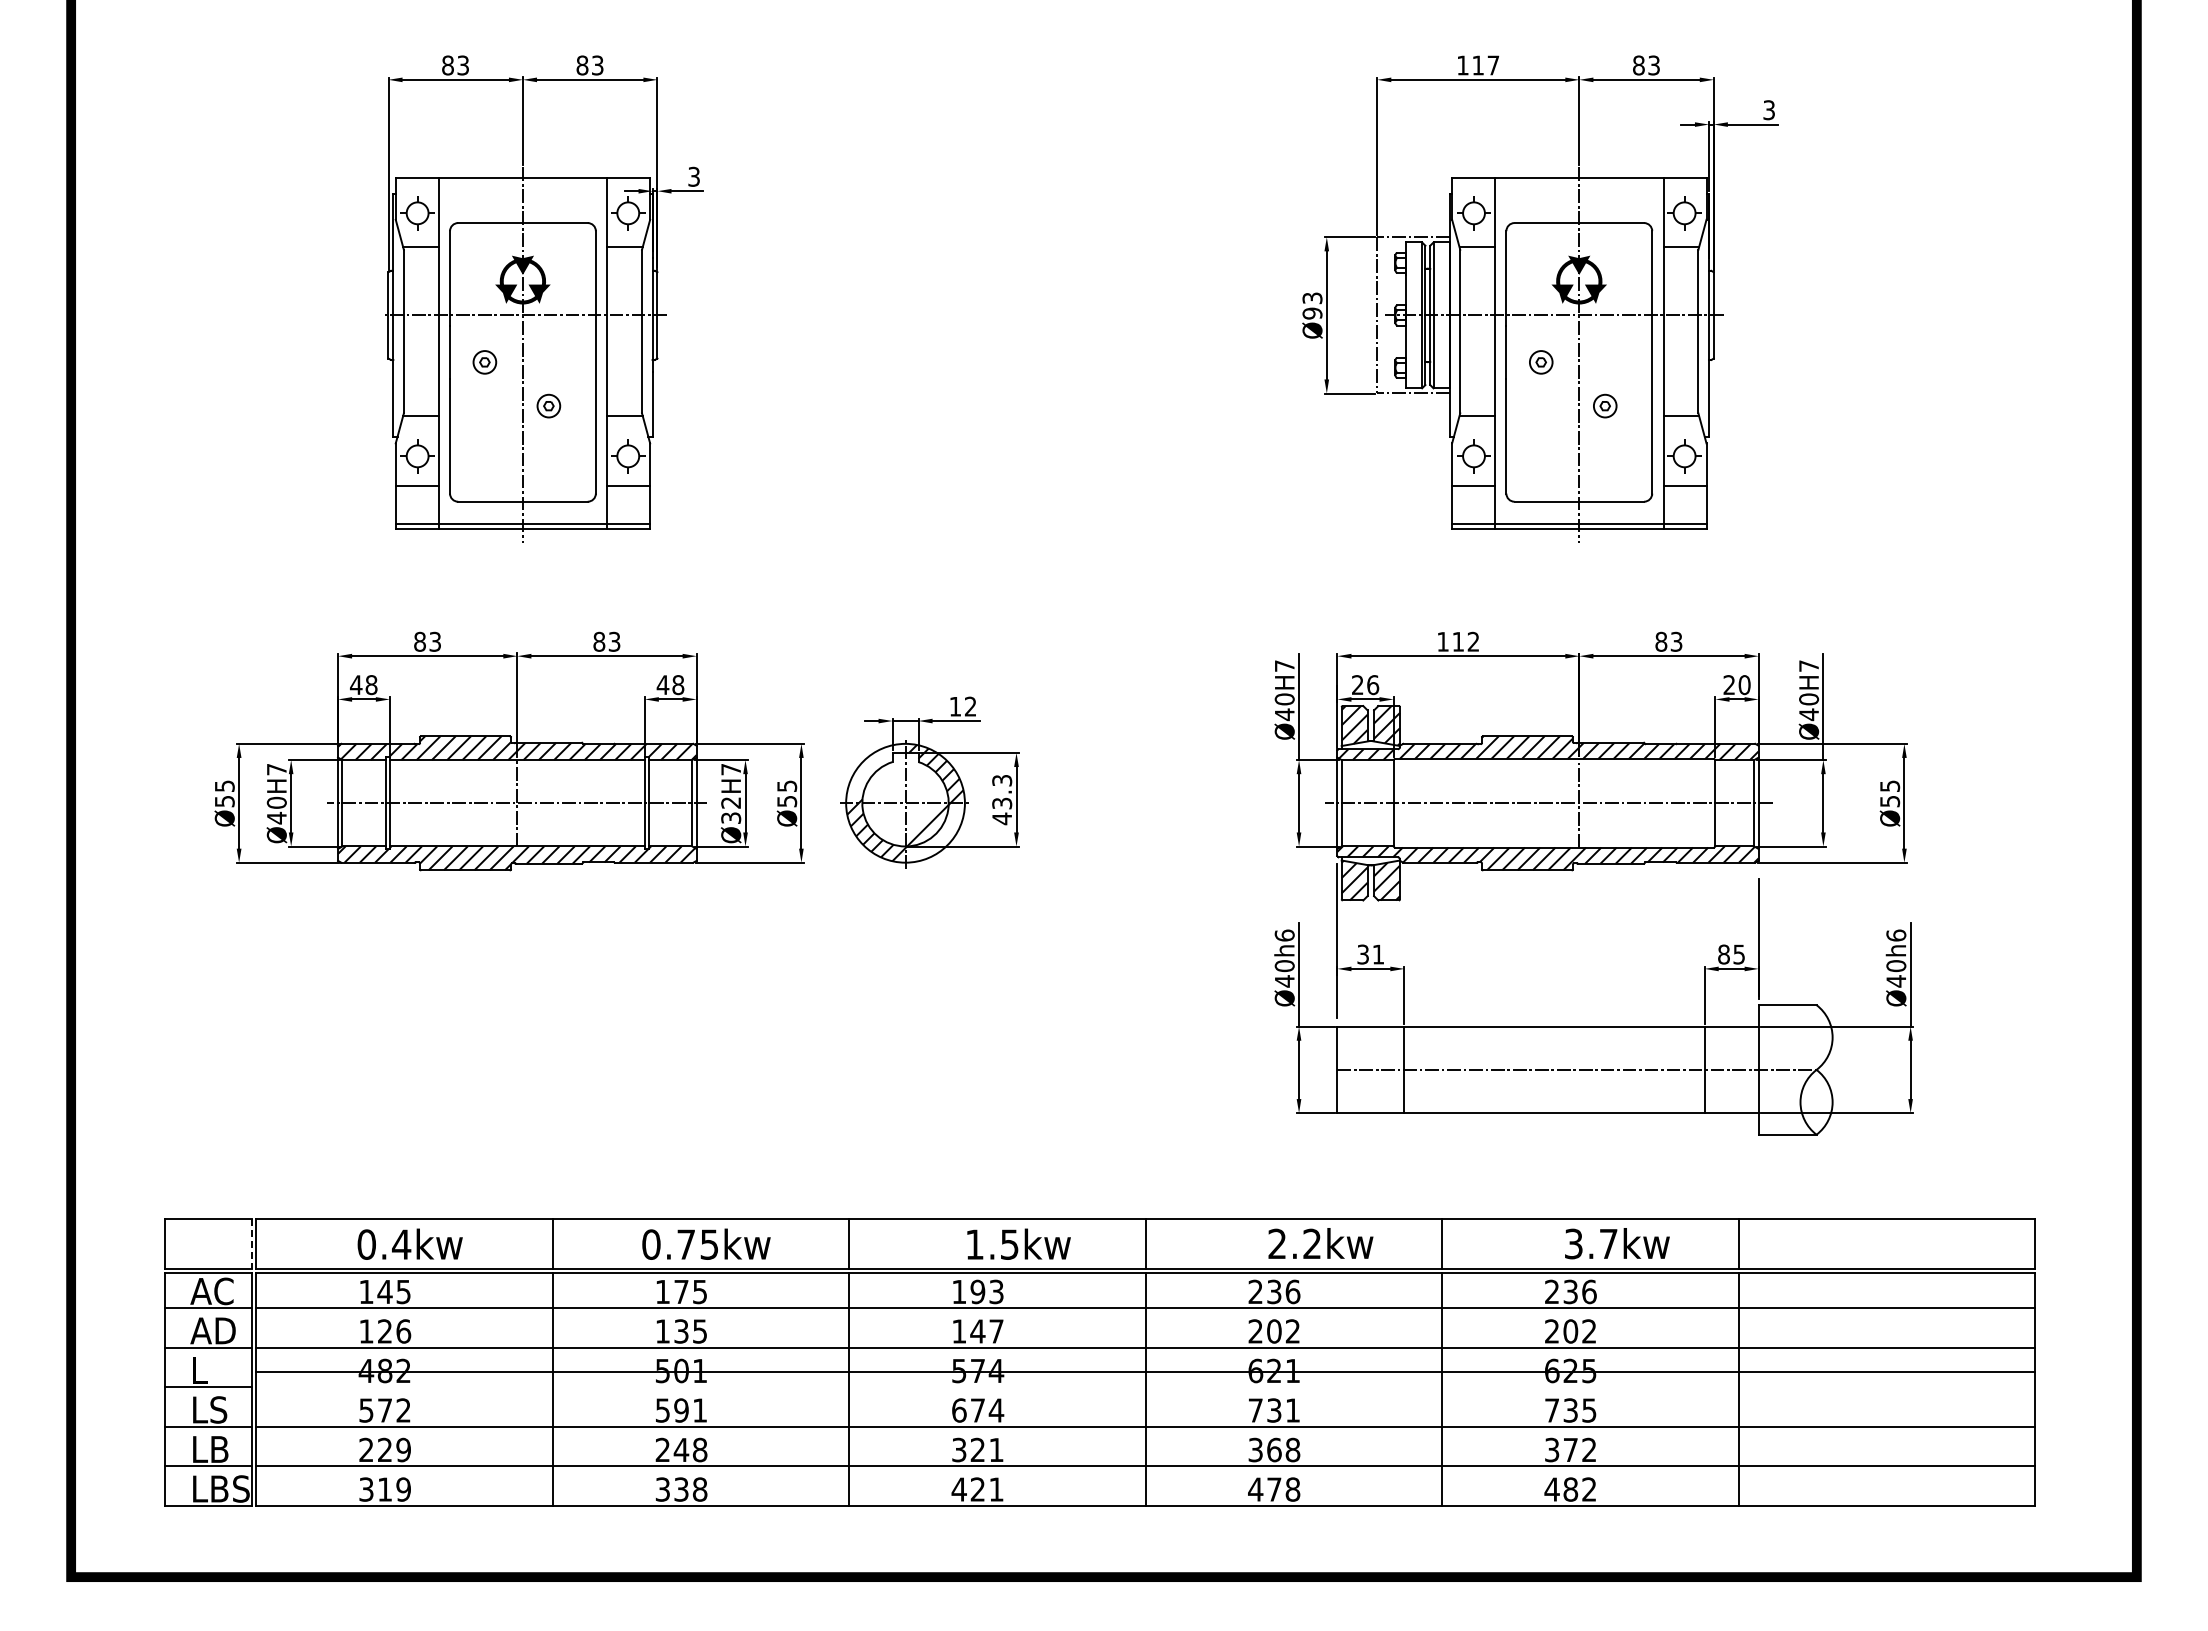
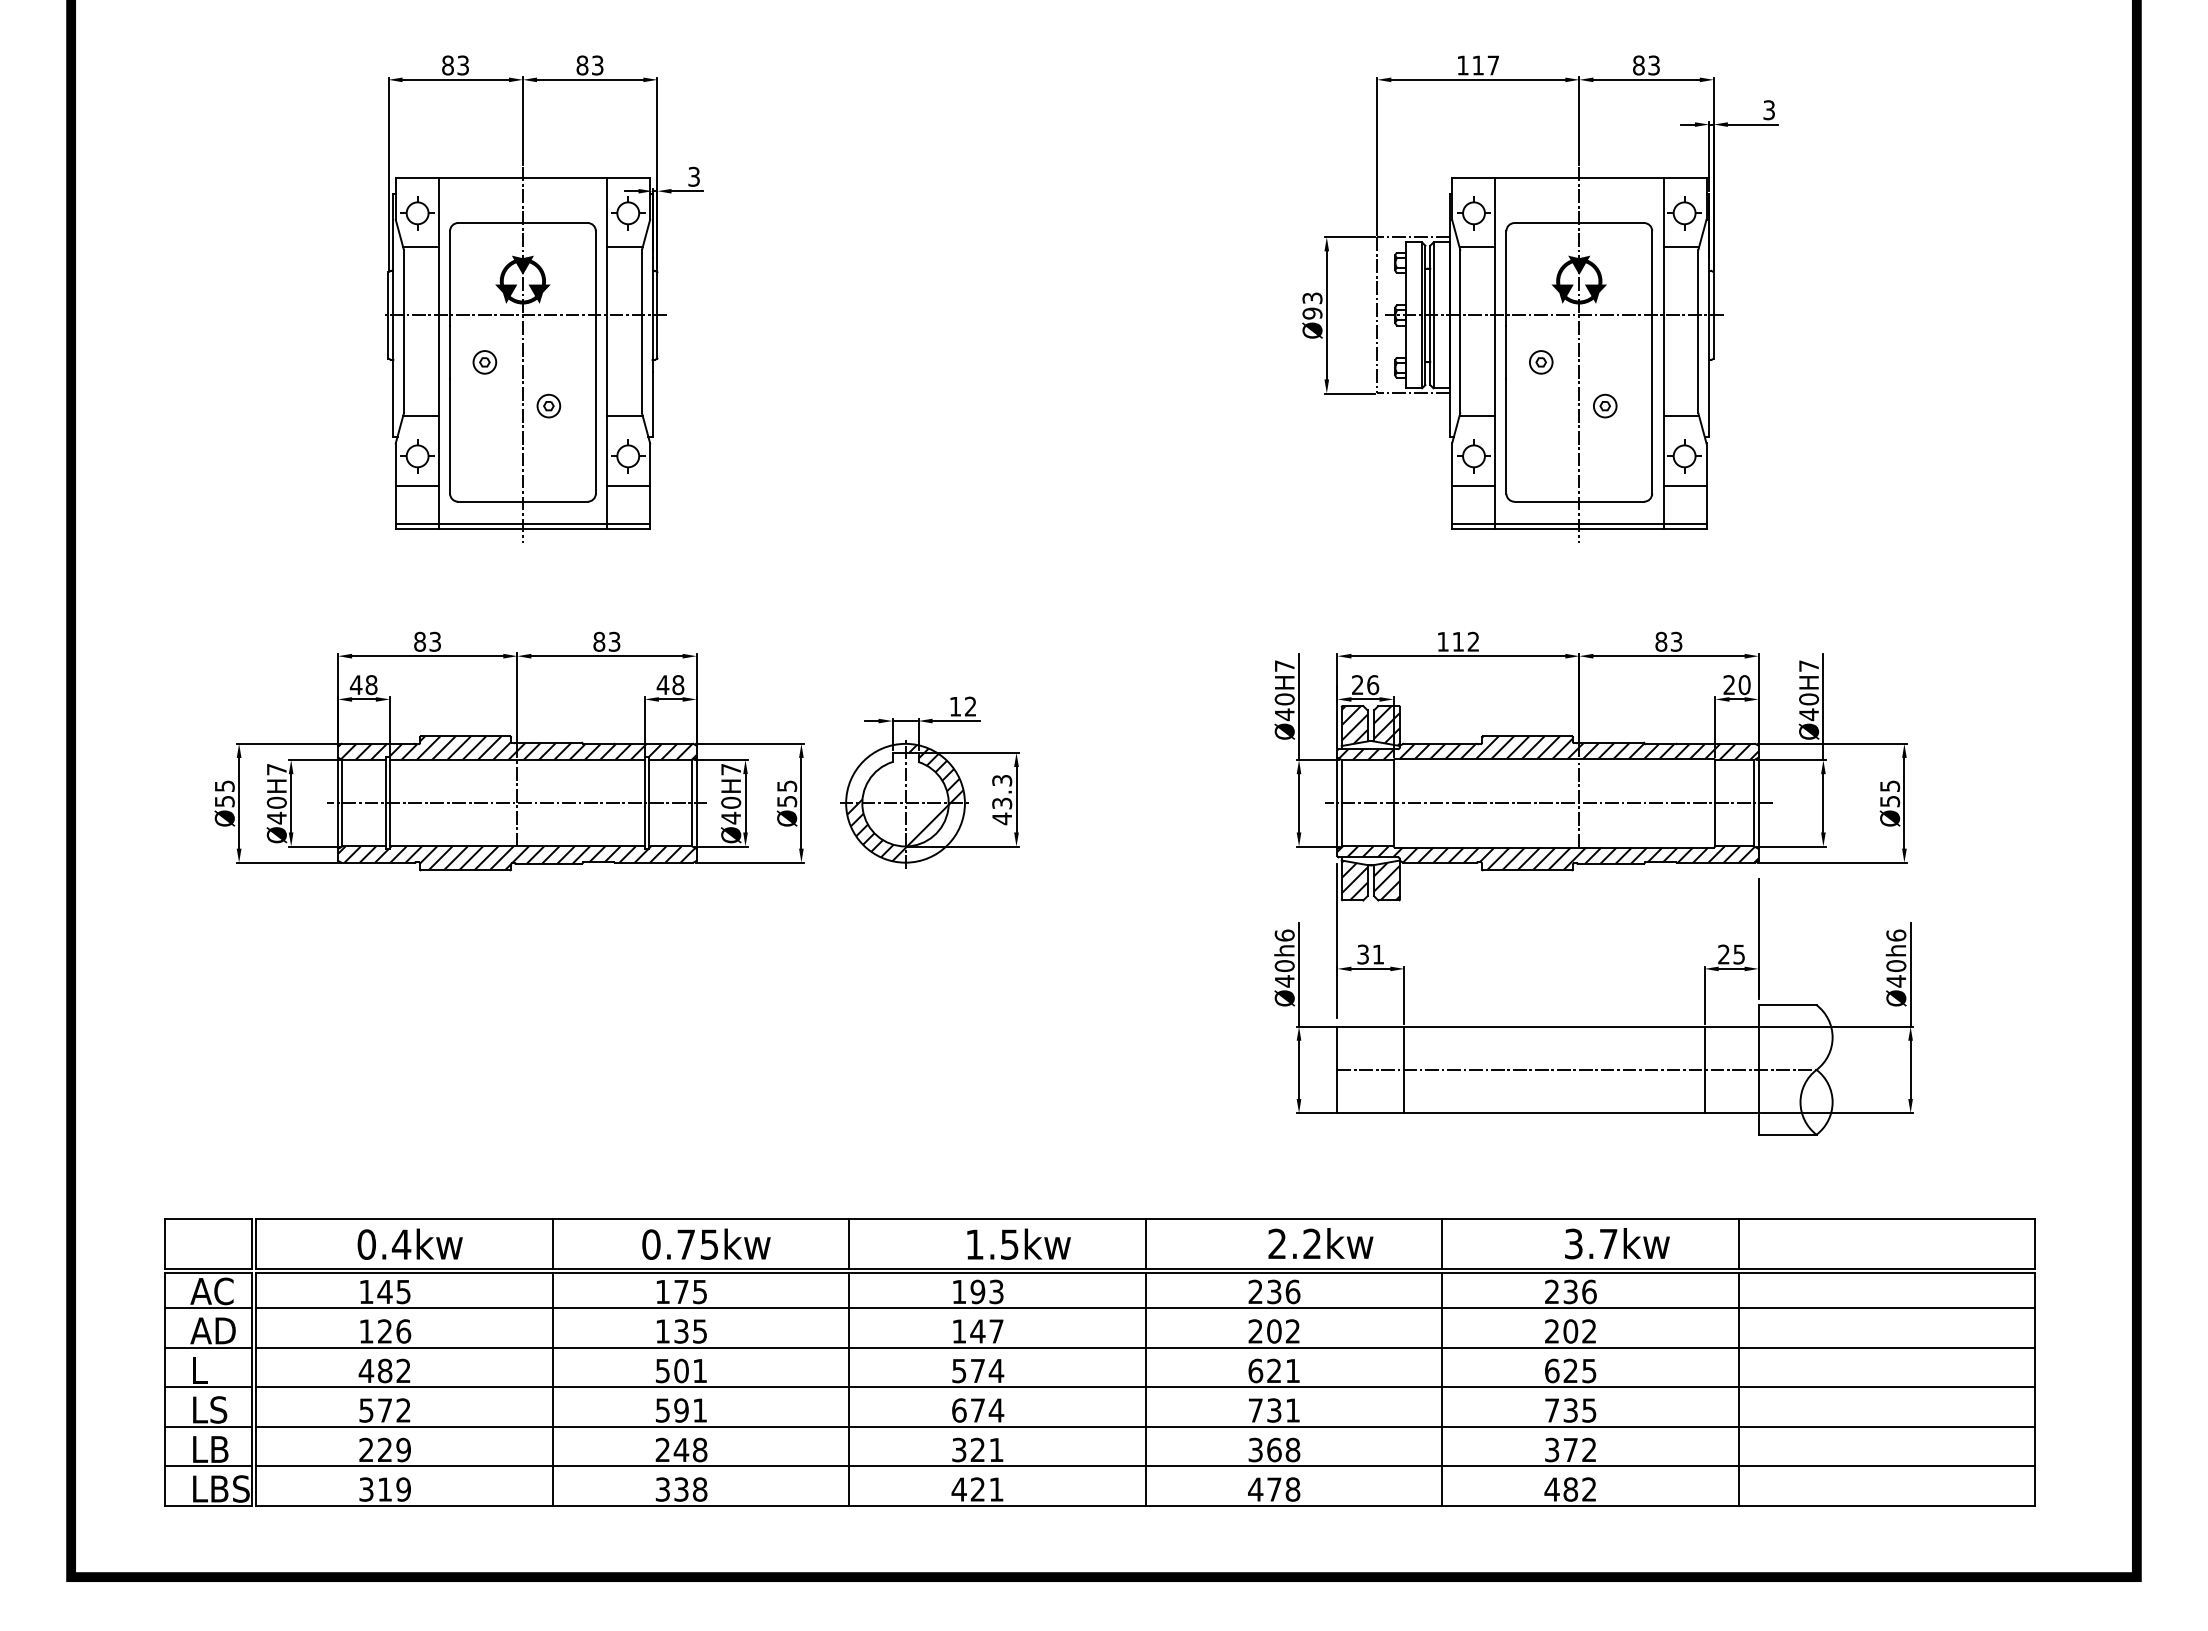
text at (731, 810): Ø32H7 -> Ø40H7
text at (1723, 954): 85 -> 25
line at (251, 1243): dashed -> solid
line at (1145, 1372) position: (1145, 1372) -> (1145, 1387)
